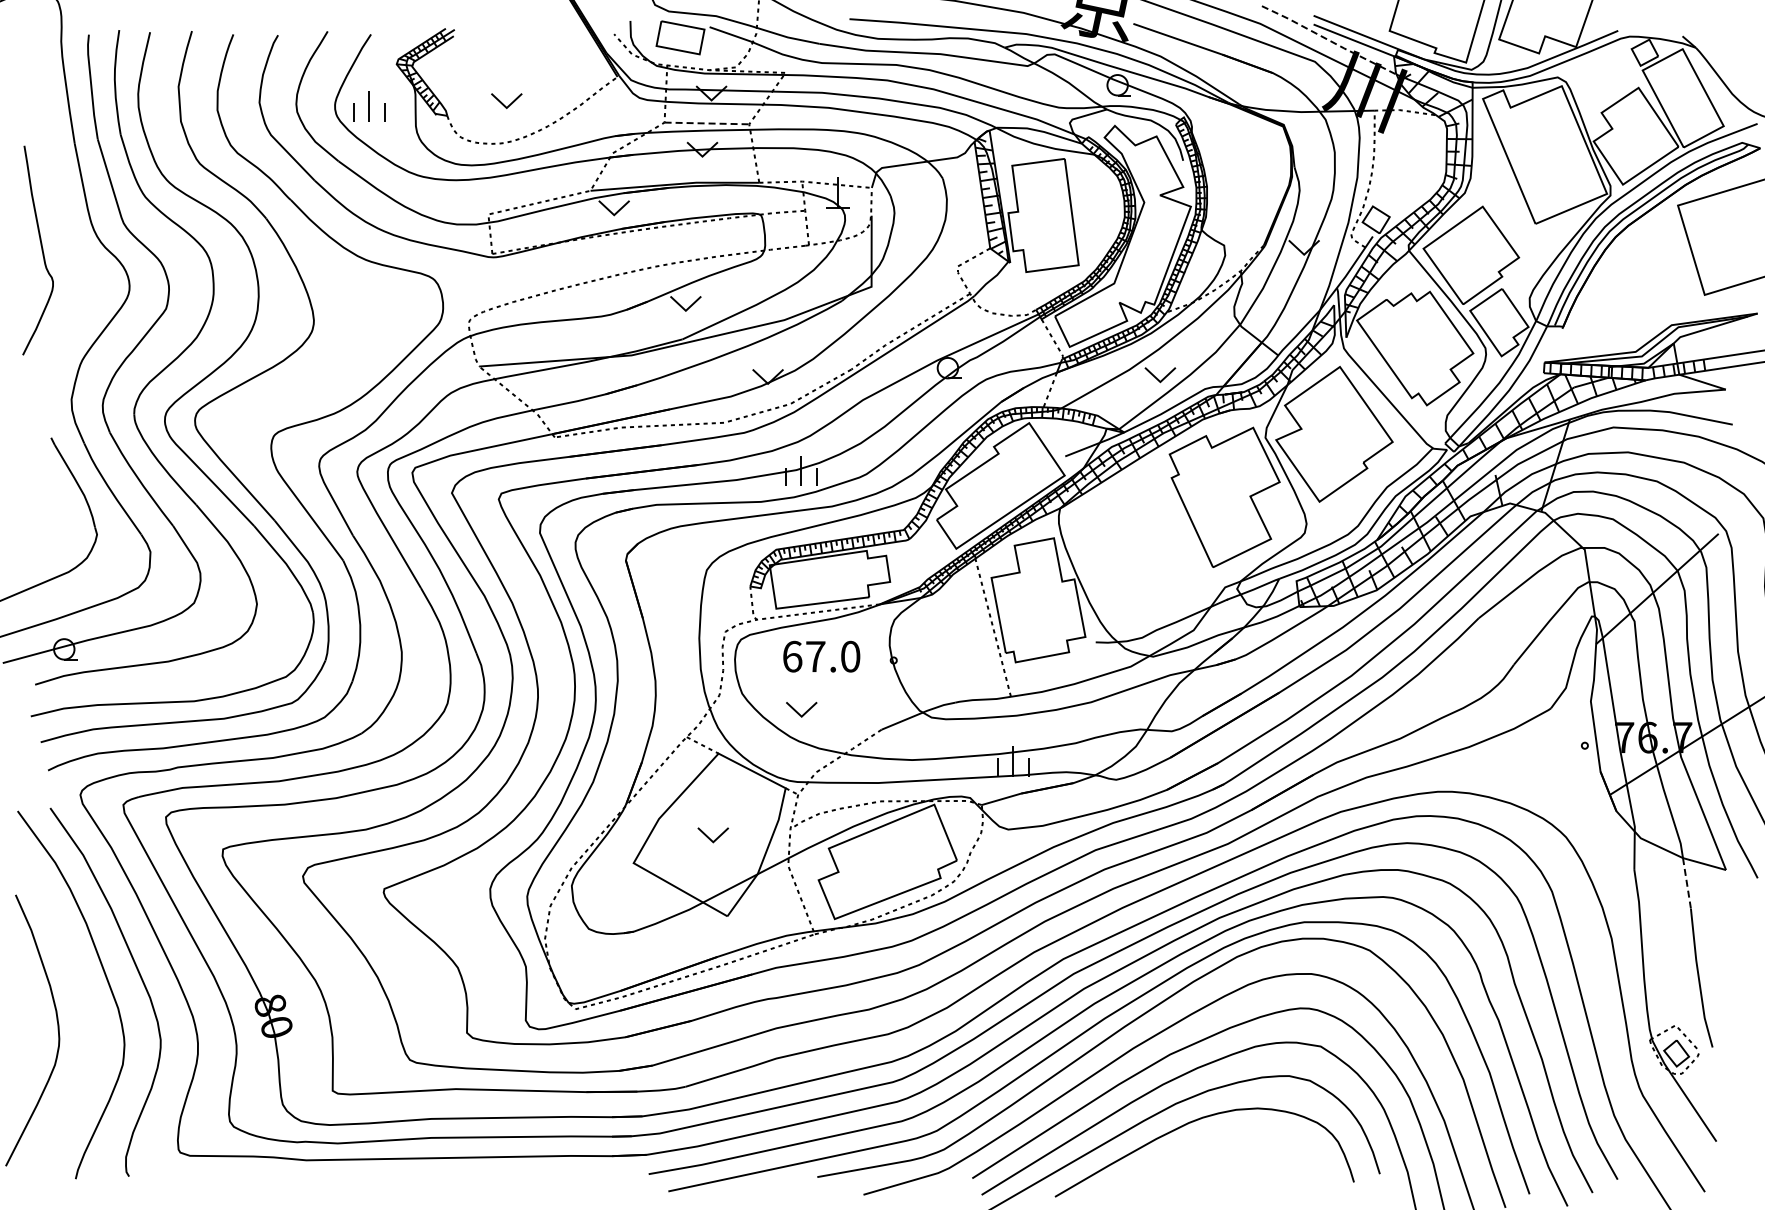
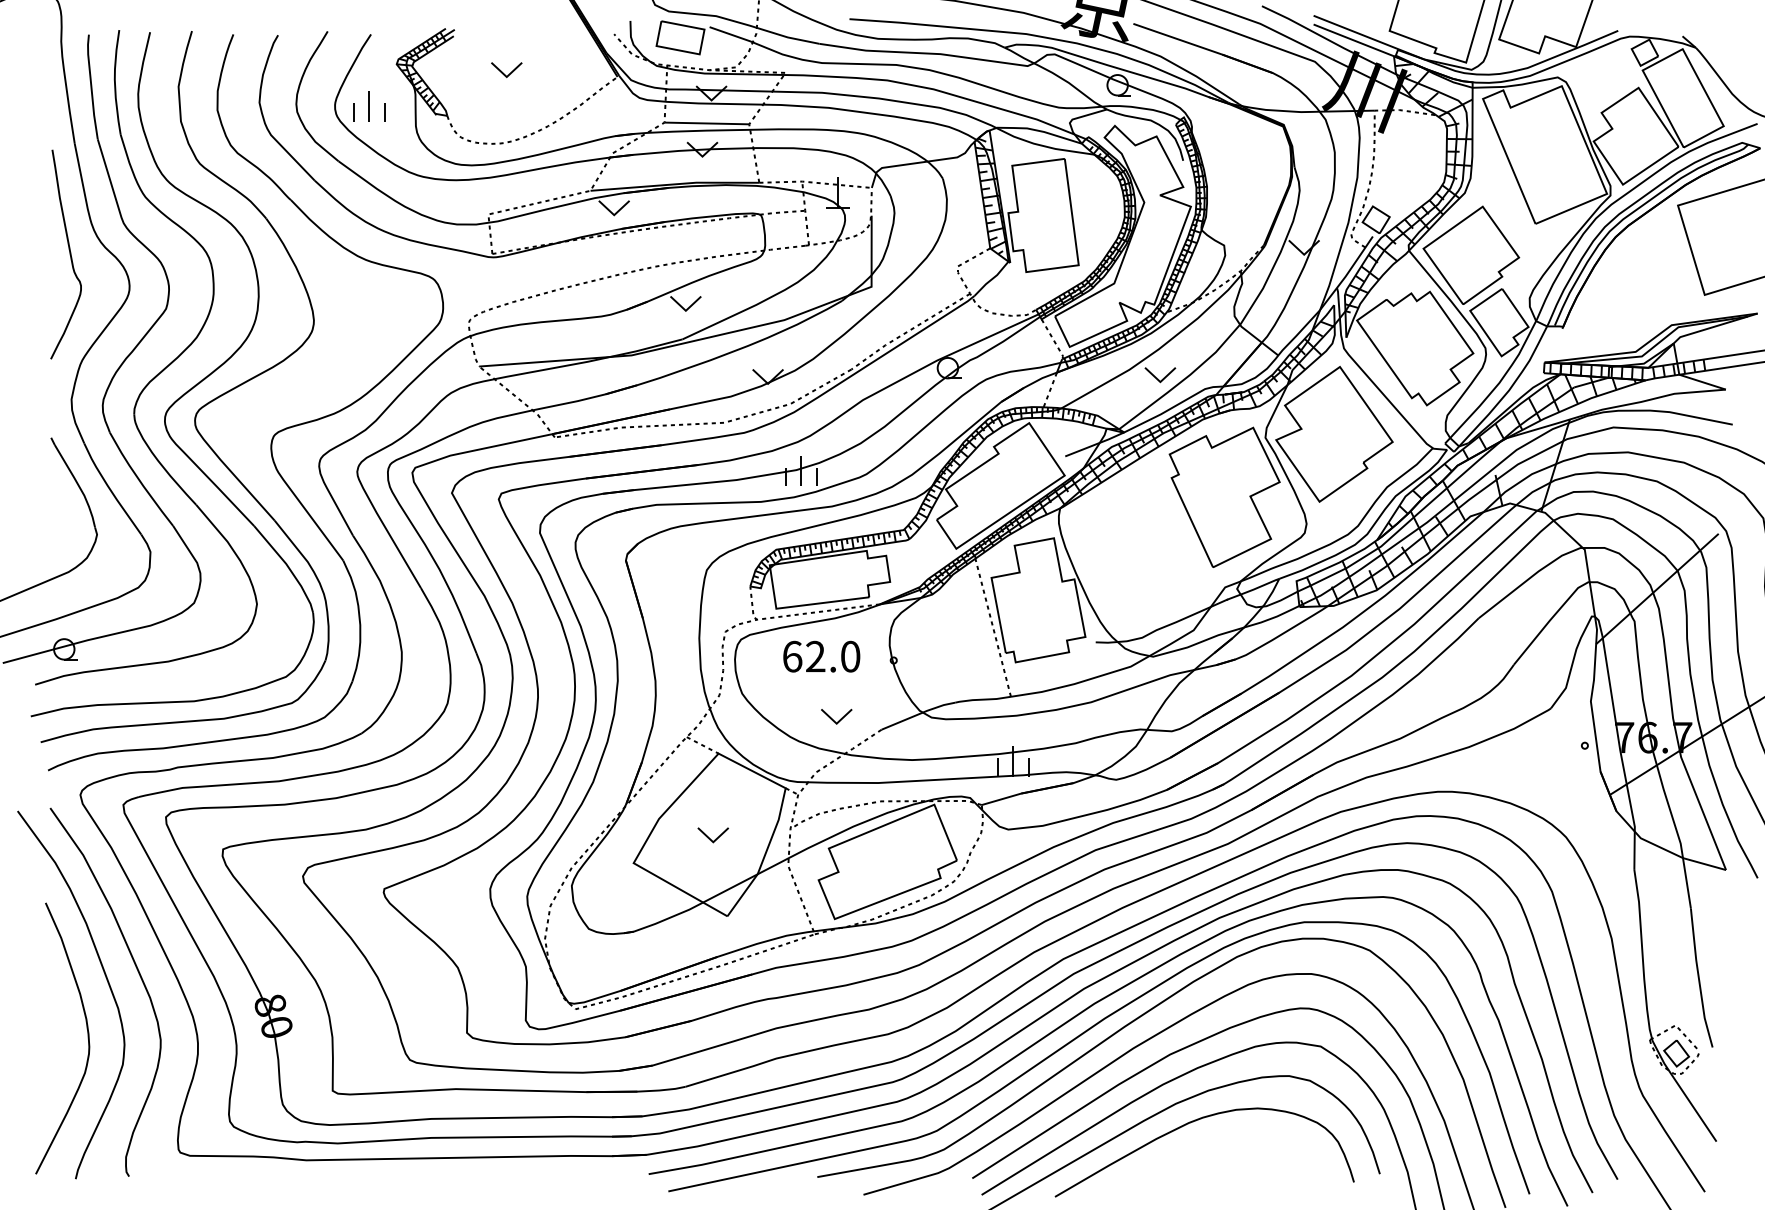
line at (1329, 40): dashed -> solid
part at (506, 100) position: (506, 100) -> (506, 69)
line at (707, 123): dashed -> solid
curve at (41, 250) position: (41, 250) -> (69, 254)
text at (815, 655): 67.0 -> 62.0
part at (801, 709) position: (801, 709) -> (836, 716)
line at (1686, 883): dashed -> solid
curve at (57, 1030) position: (57, 1030) -> (87, 1038)
